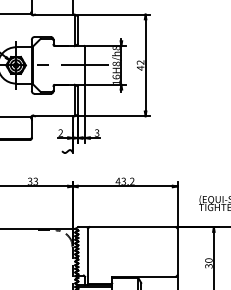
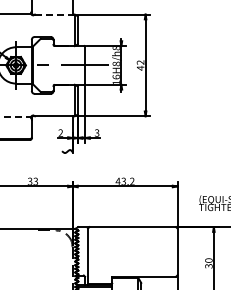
line at (54, 14): solid -> dashed
line at (16, 116): solid -> dashed
